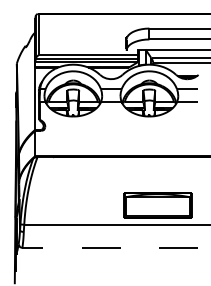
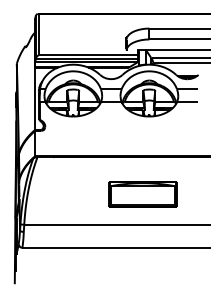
part at (157, 205) position: (157, 205) -> (142, 194)
line at (116, 247): dashed -> solid
